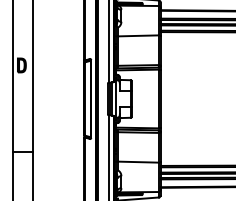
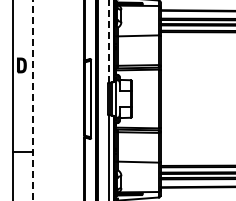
line at (109, 41): solid -> dashed
line at (32, 100): solid -> dashed
